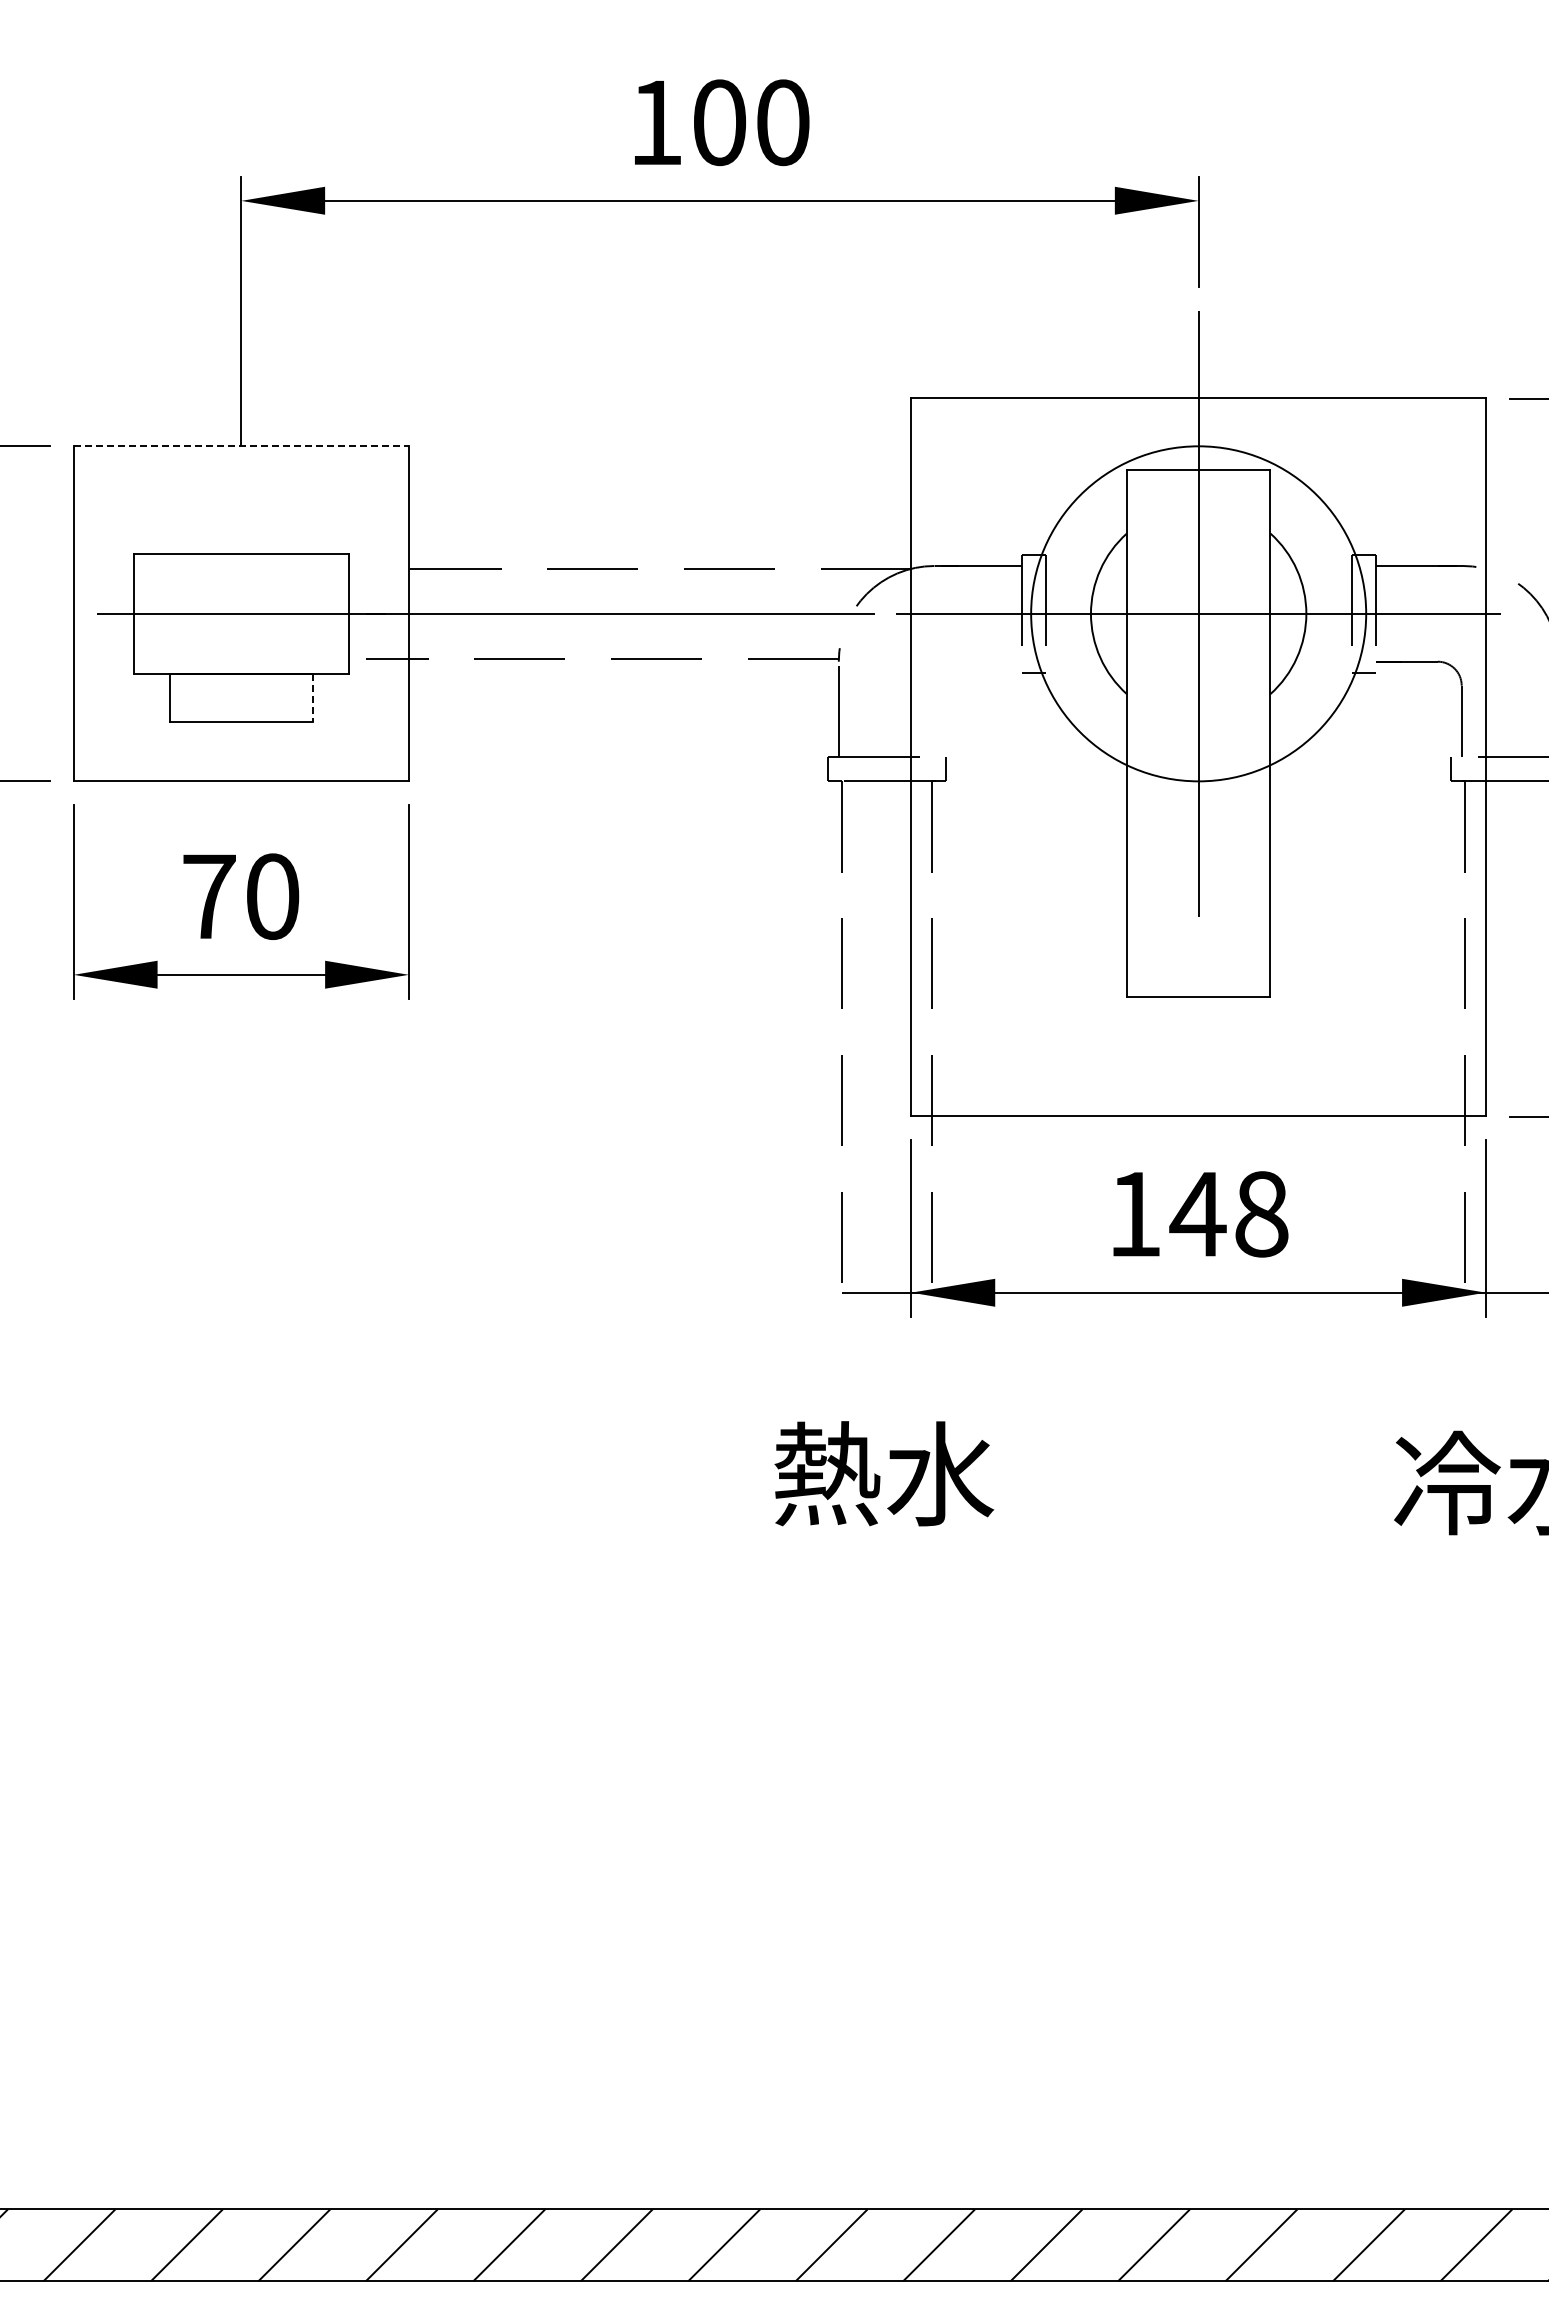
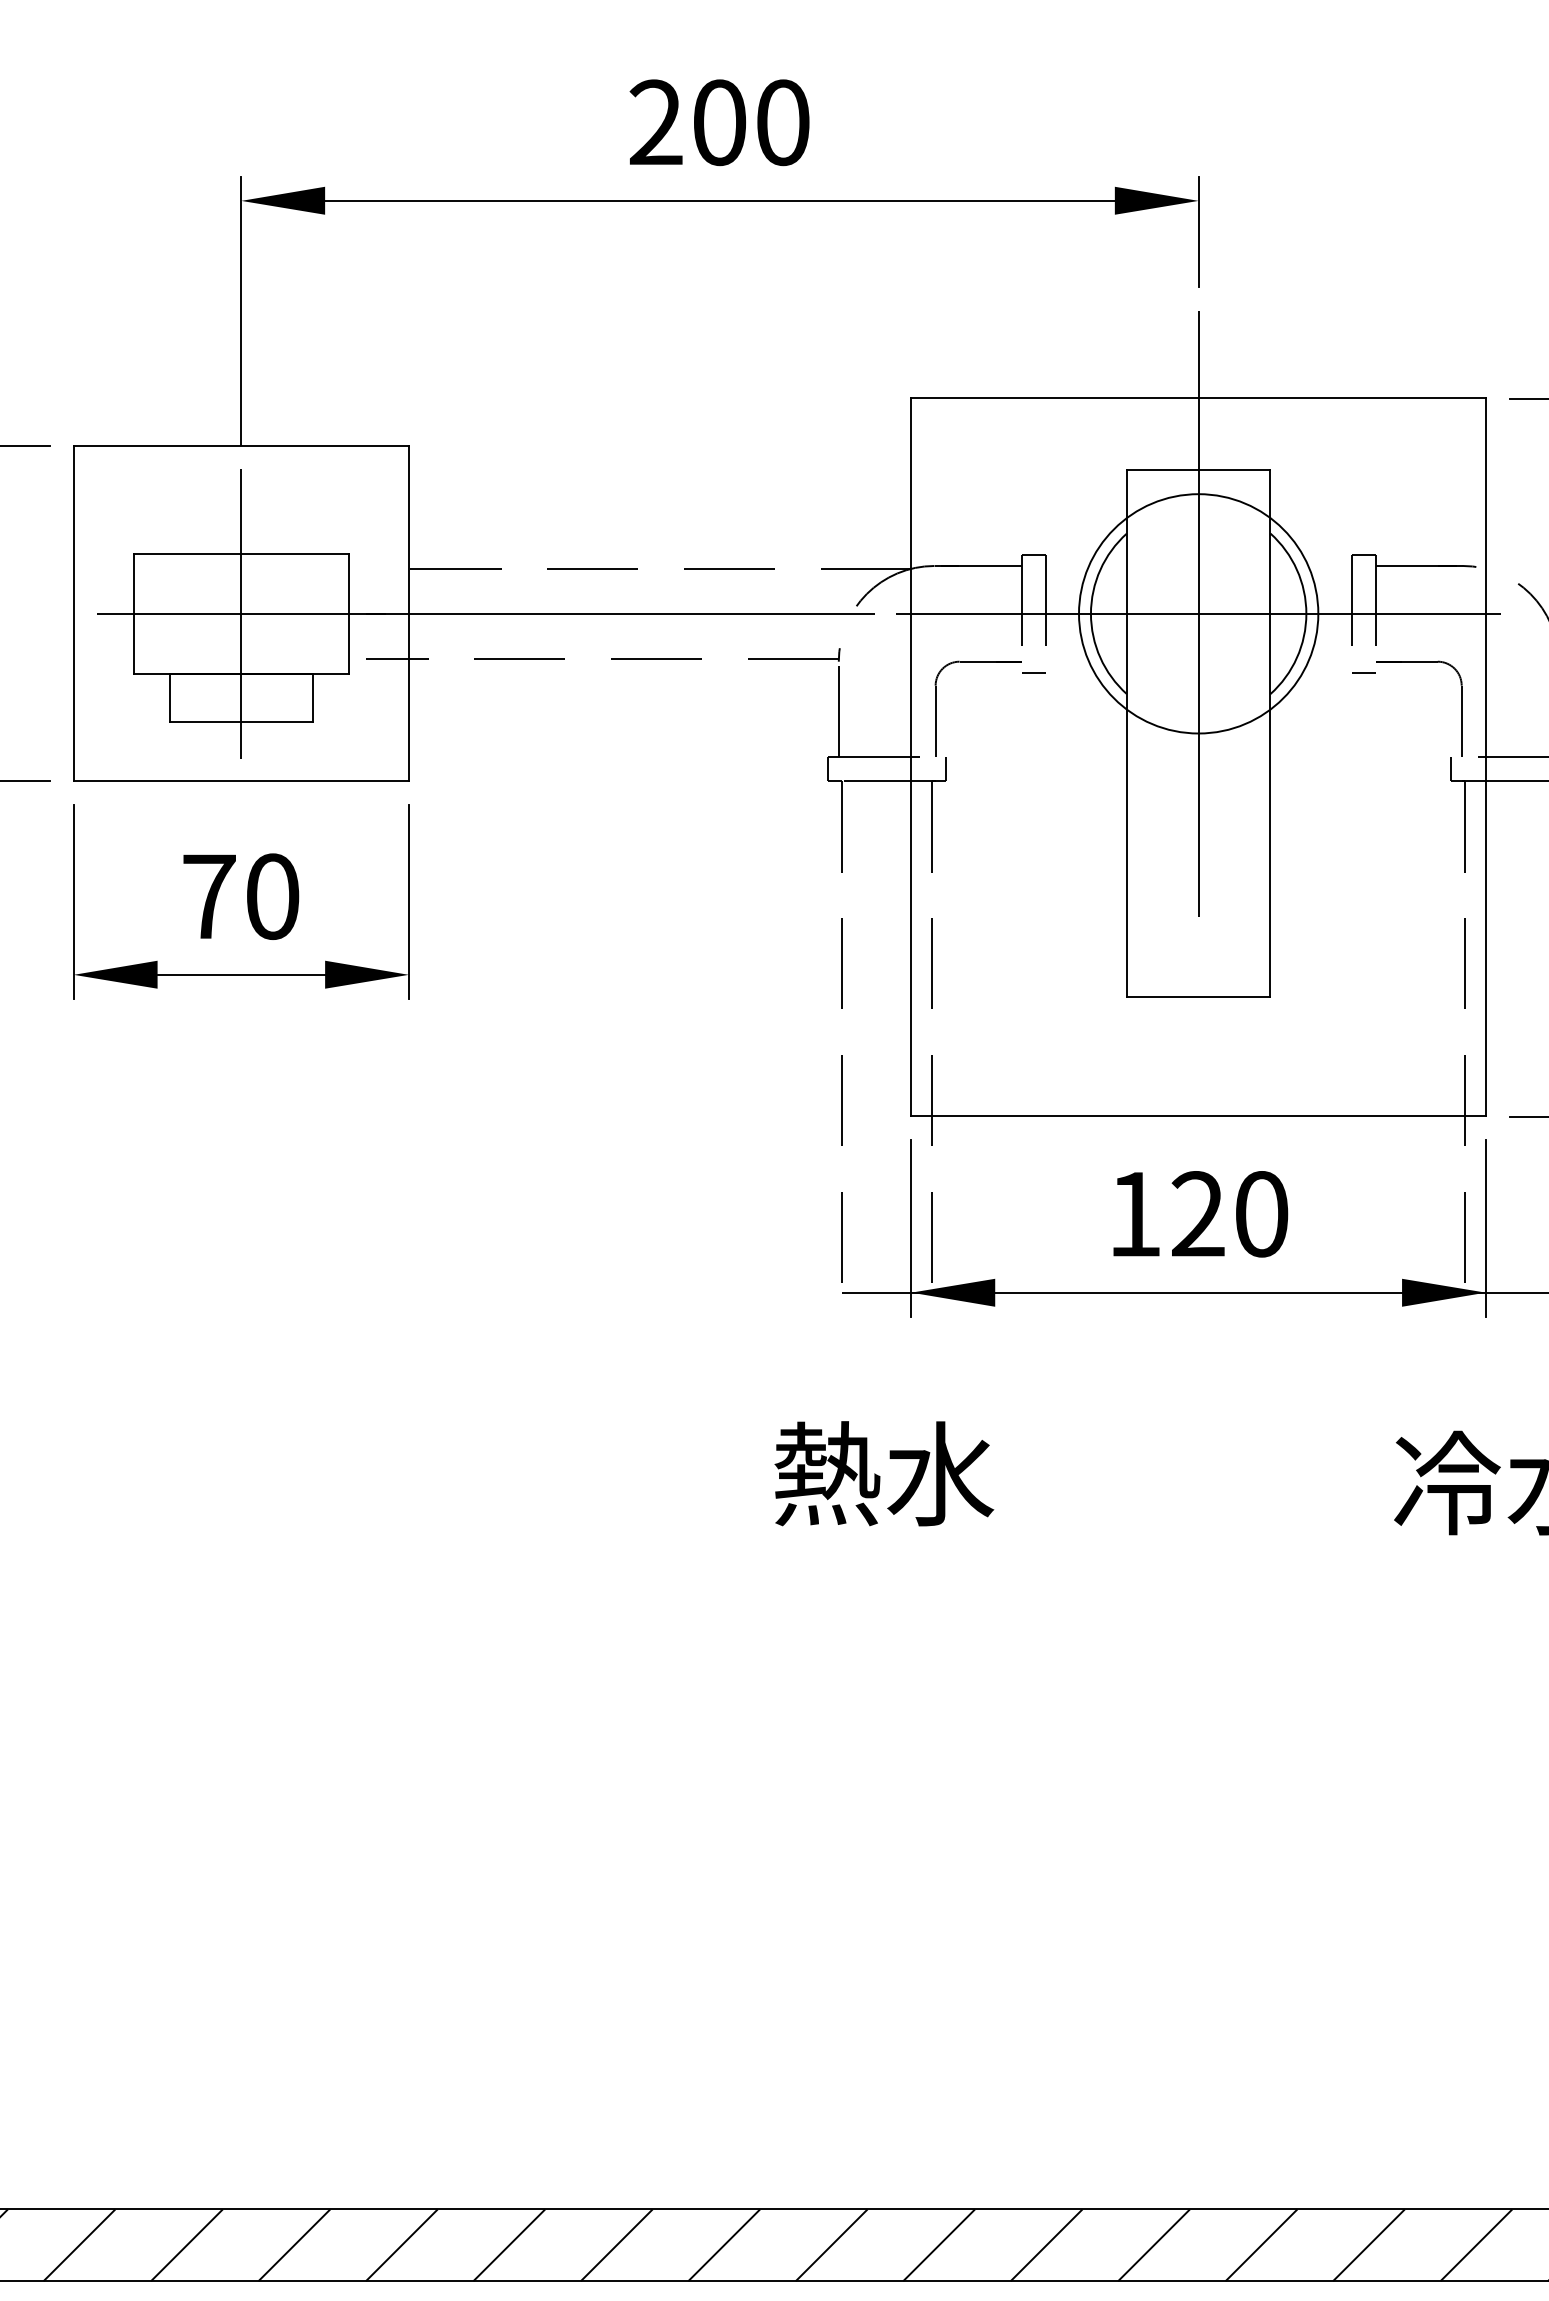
text at (655, 121): 100 -> 200
line at (241, 446): dashed -> solid
line at (241, 613): none -> present
circle at (1198, 613) diameter: 335 px -> 239 px
line at (313, 697): dashed -> solid
part at (936, 708): none -> present
text at (1228, 1214): 148 -> 120
